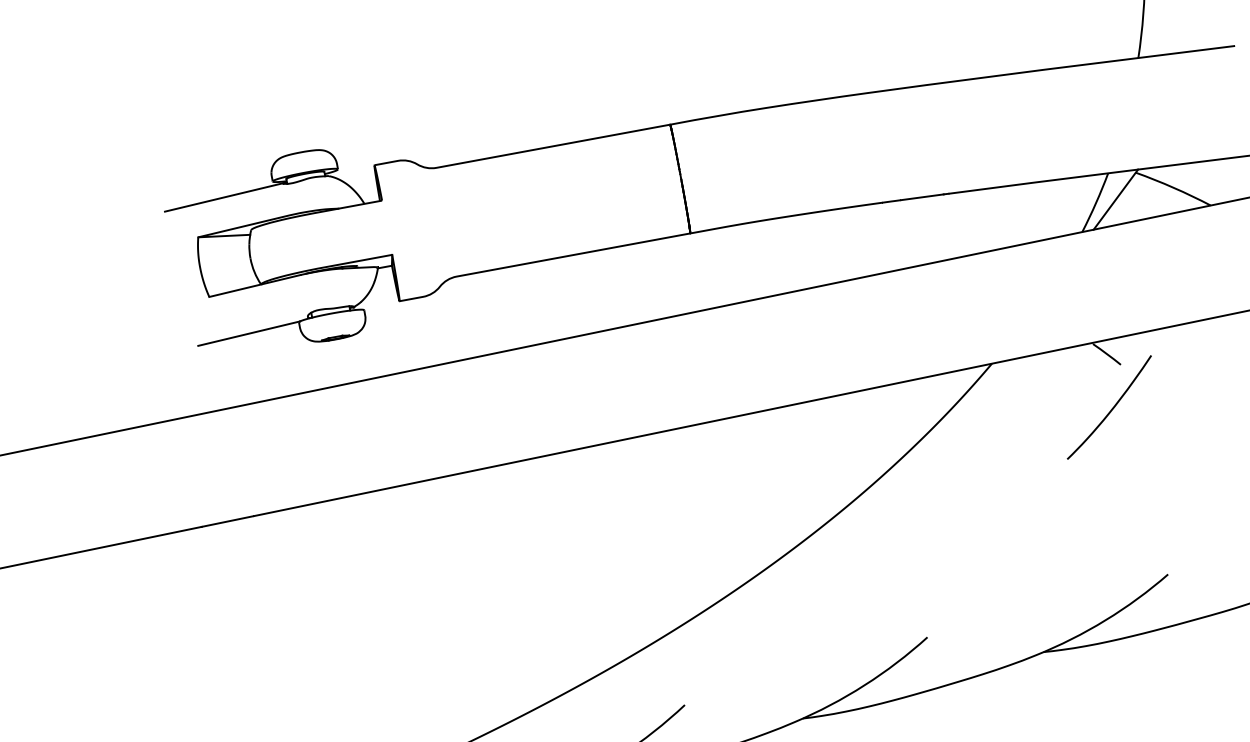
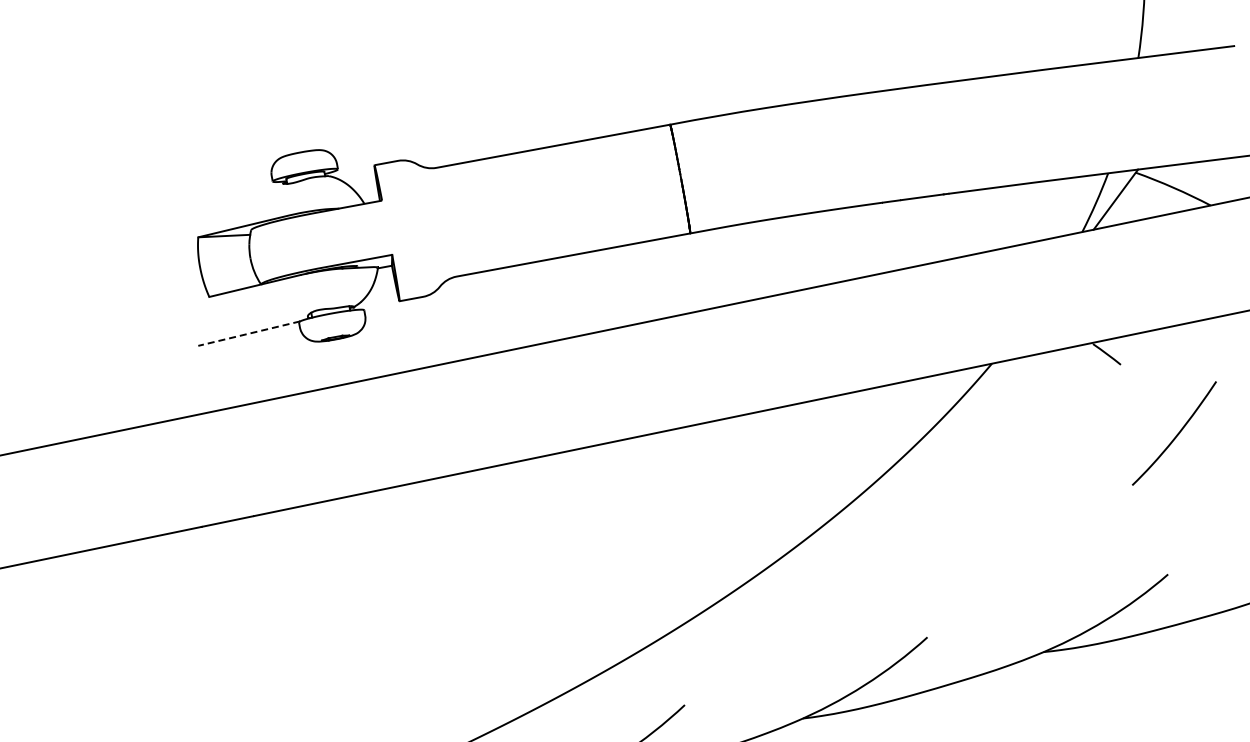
line at (223, 197): present -> none
line at (248, 333): solid -> dashed
curve at (1111, 408) position: (1111, 408) -> (1176, 434)
